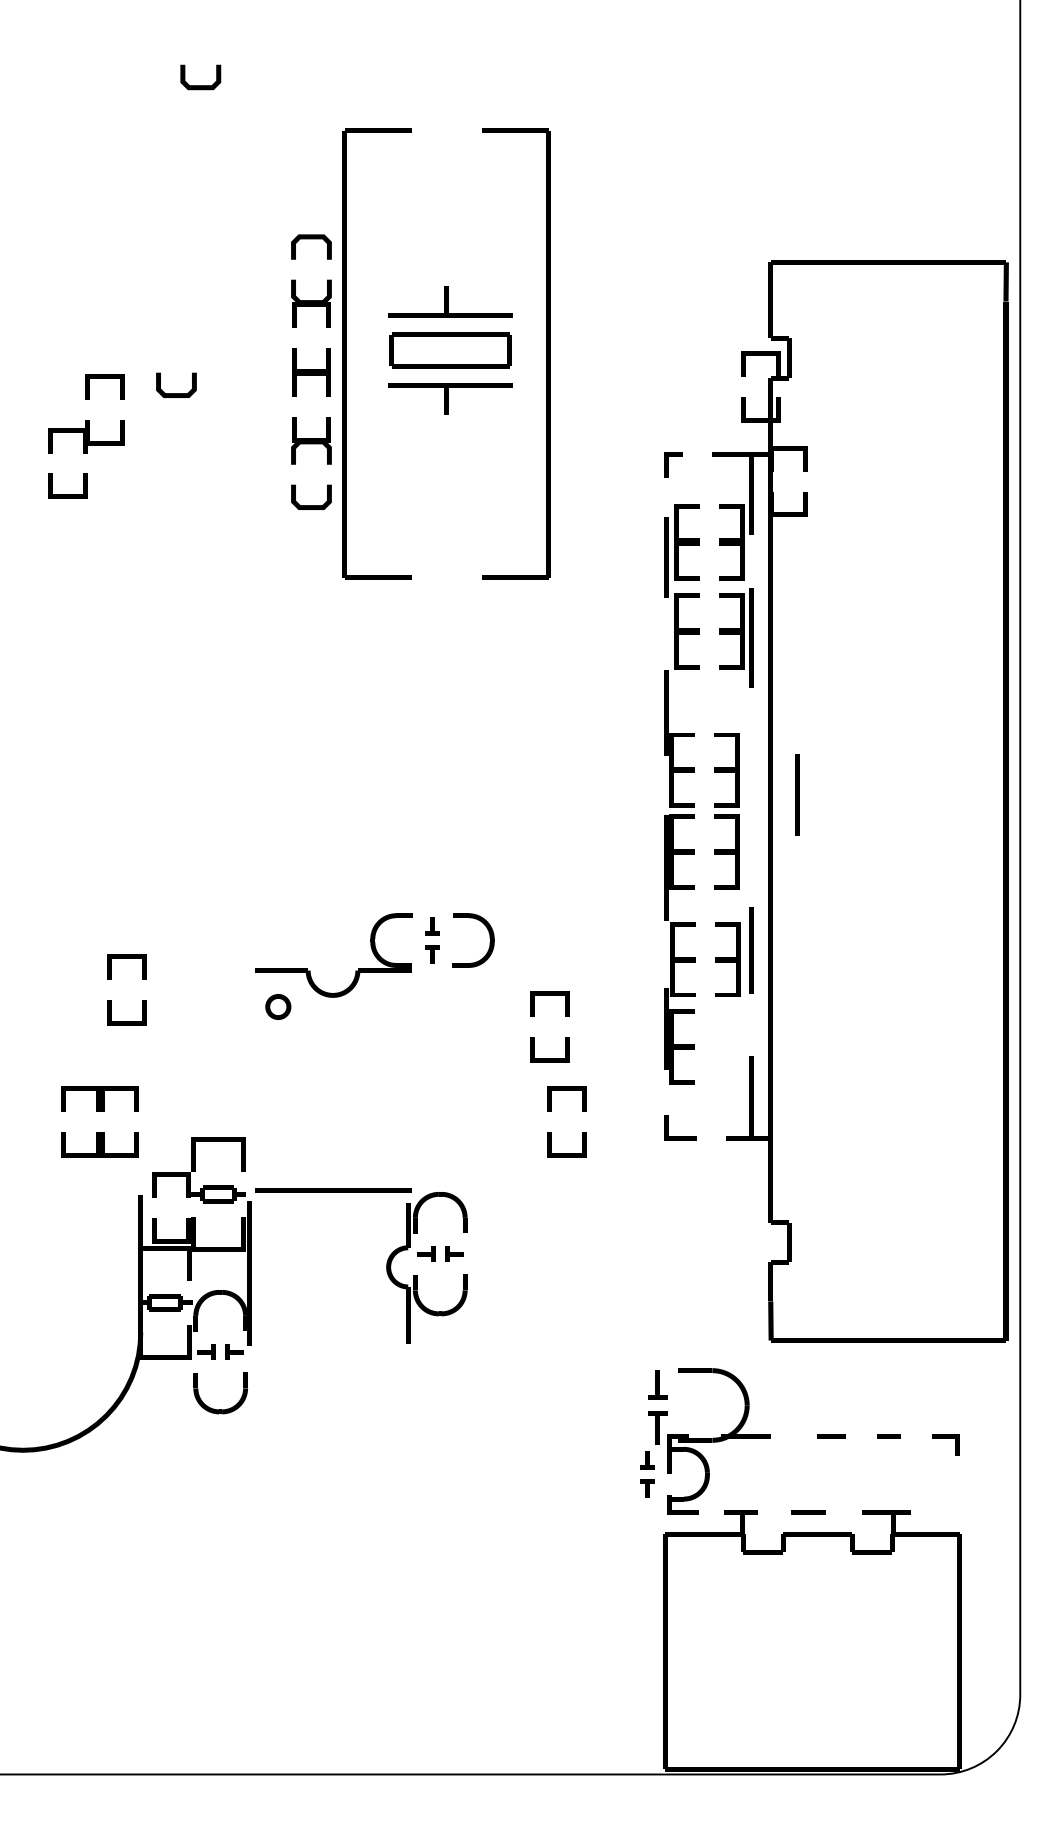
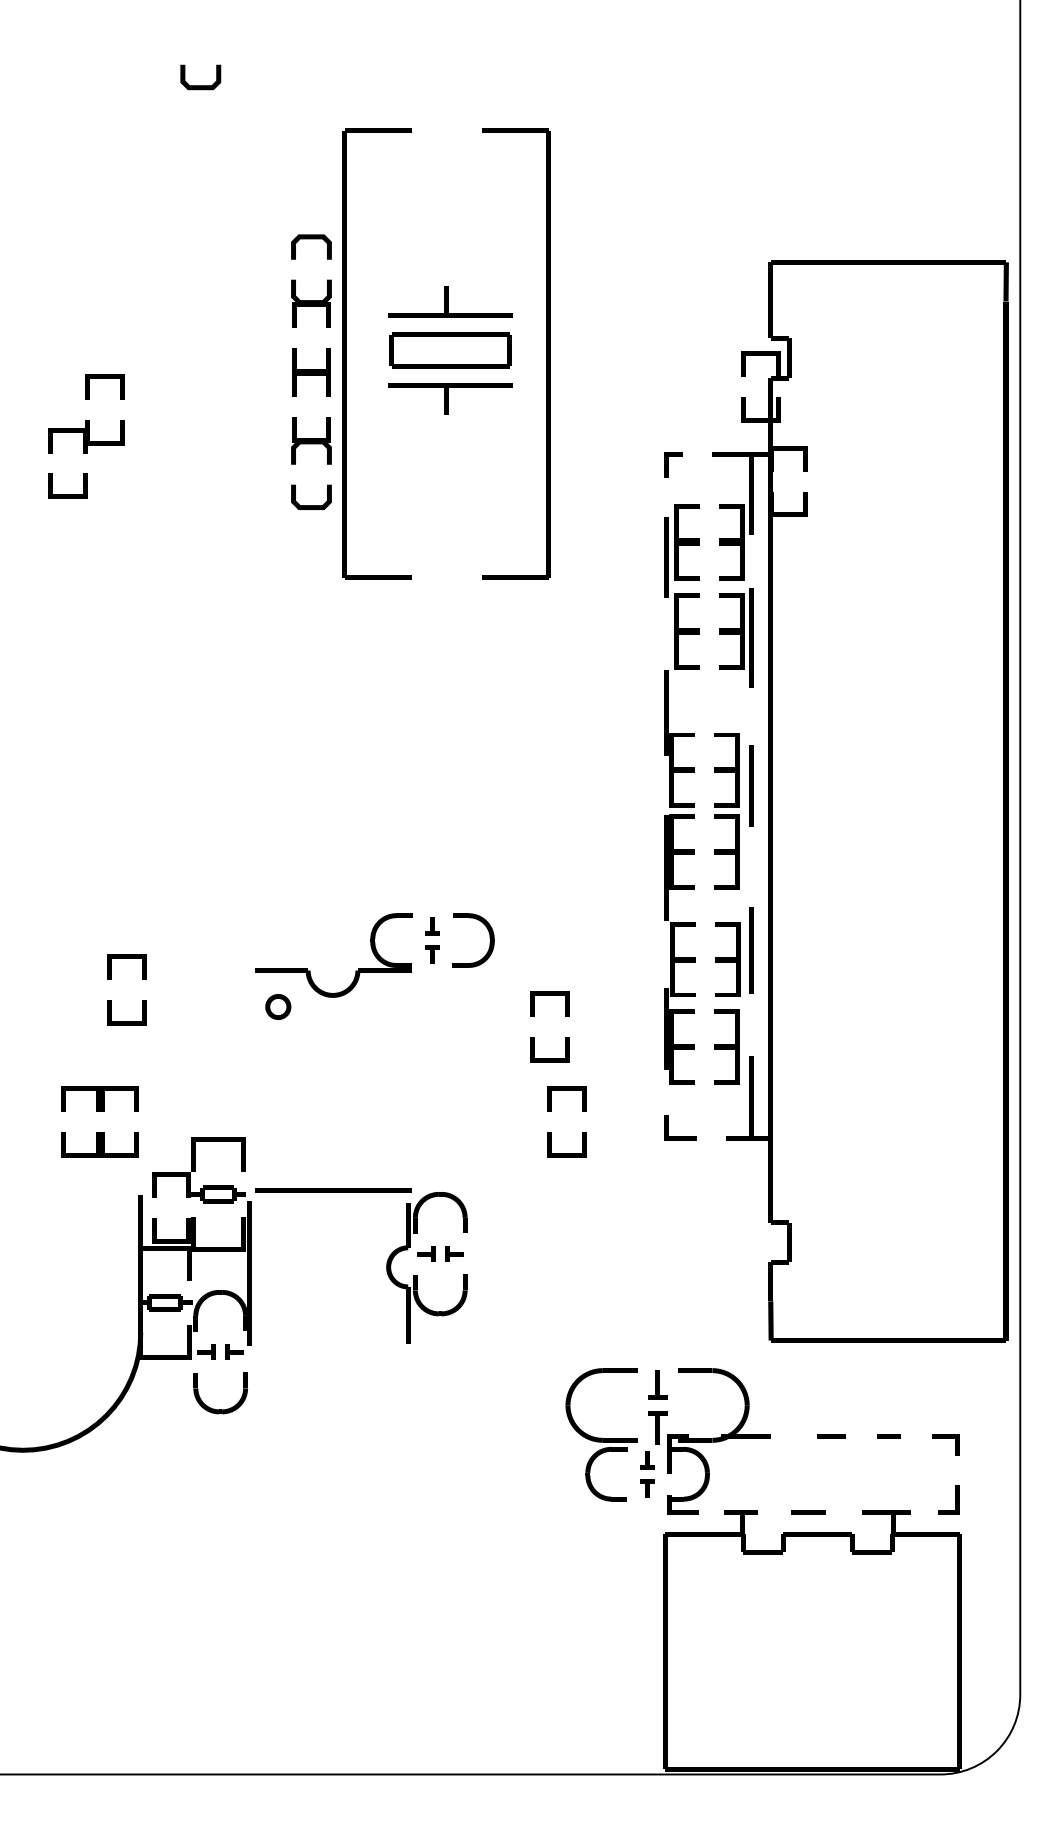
curve at (176, 393): present -> none
line at (797, 794) position: (797, 794) -> (751, 785)
part at (726, 1046): none -> present
part at (601, 1434): none -> present
line at (955, 1499): none -> present
